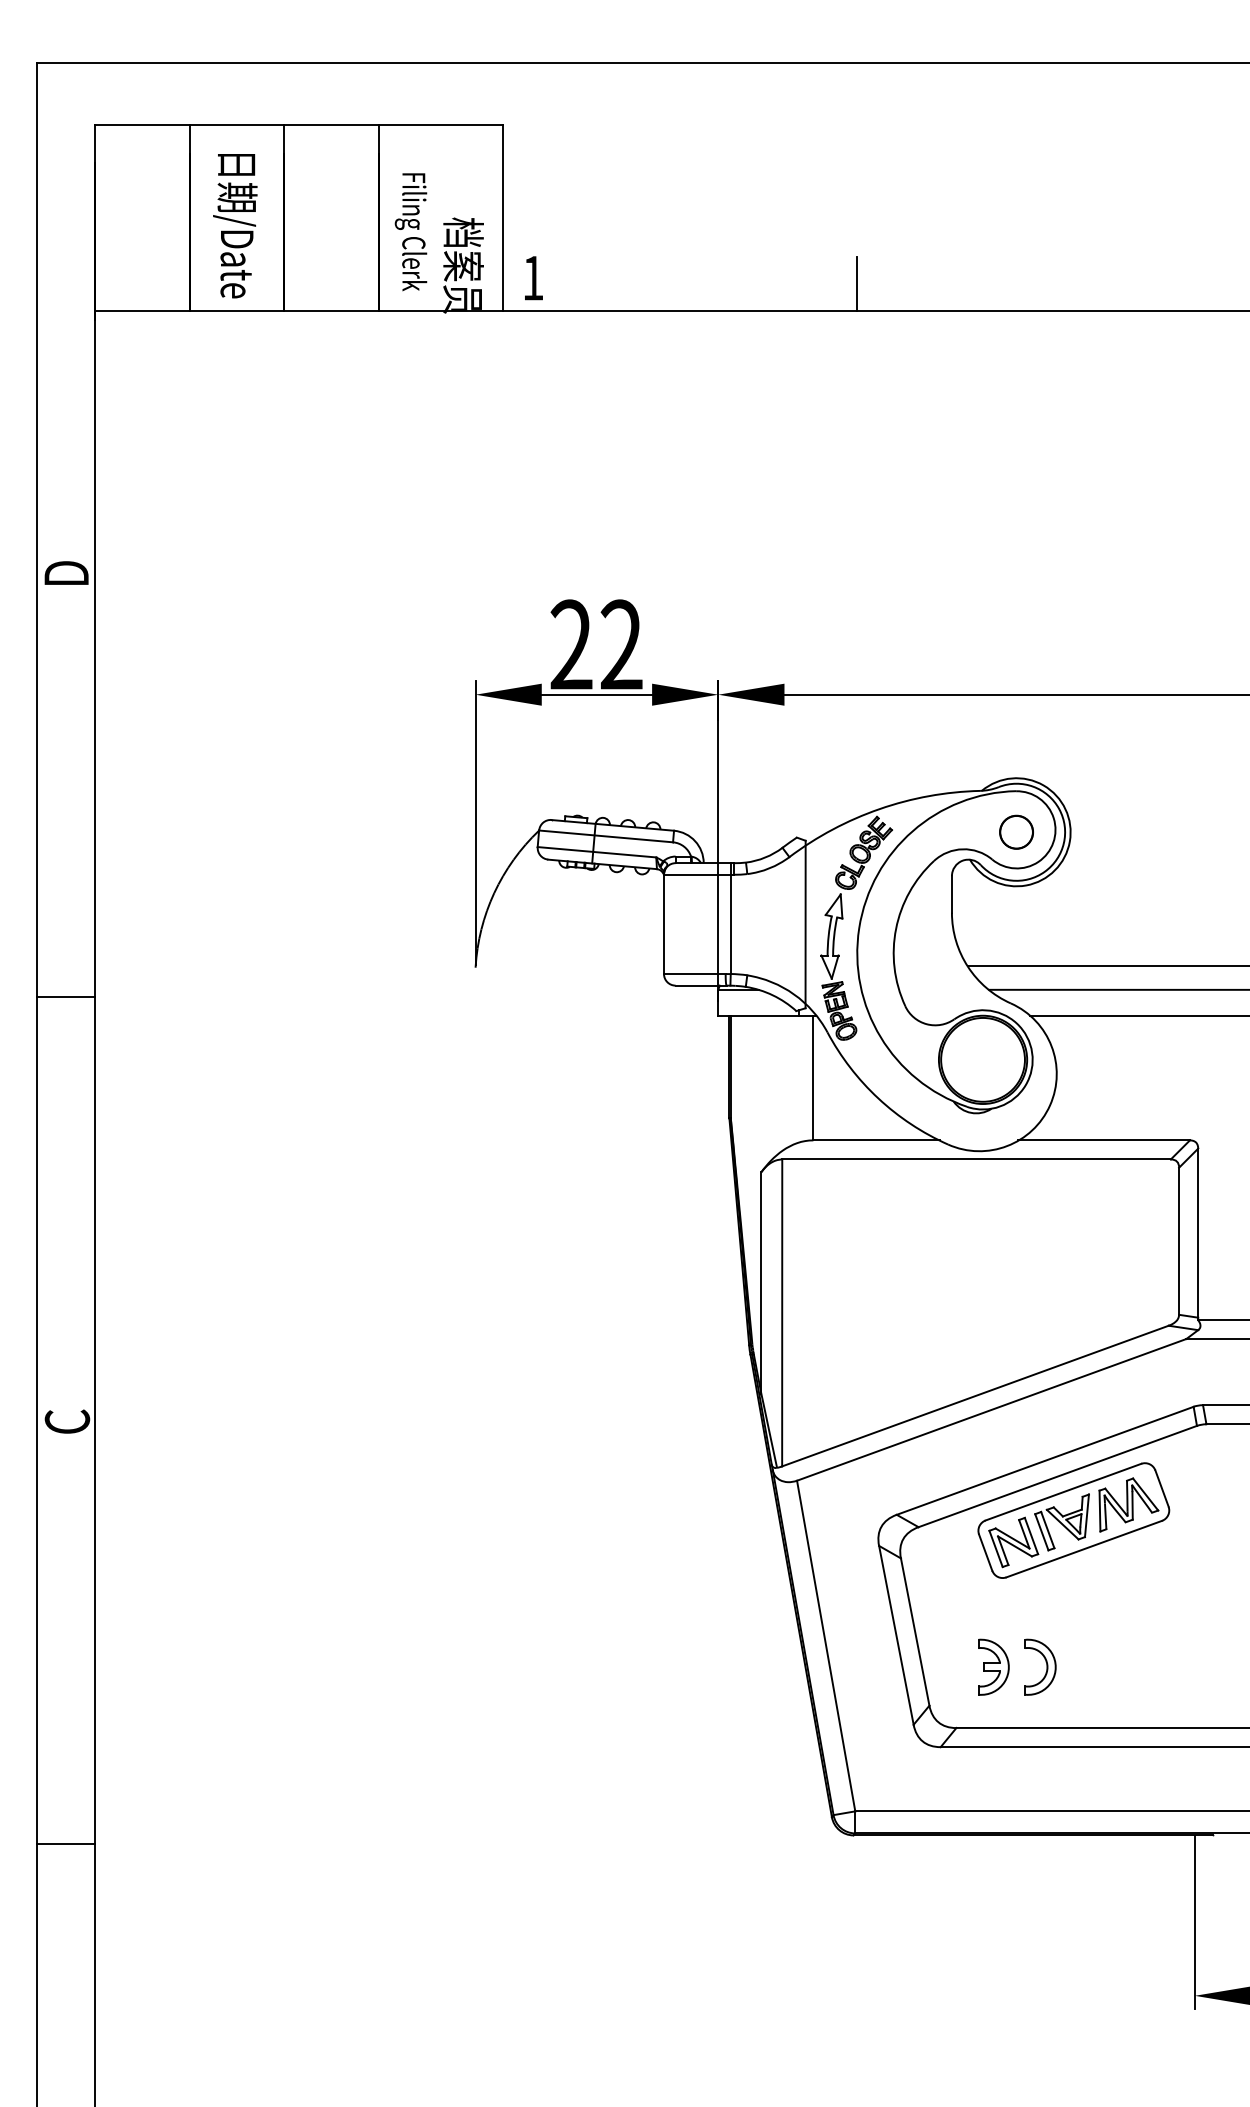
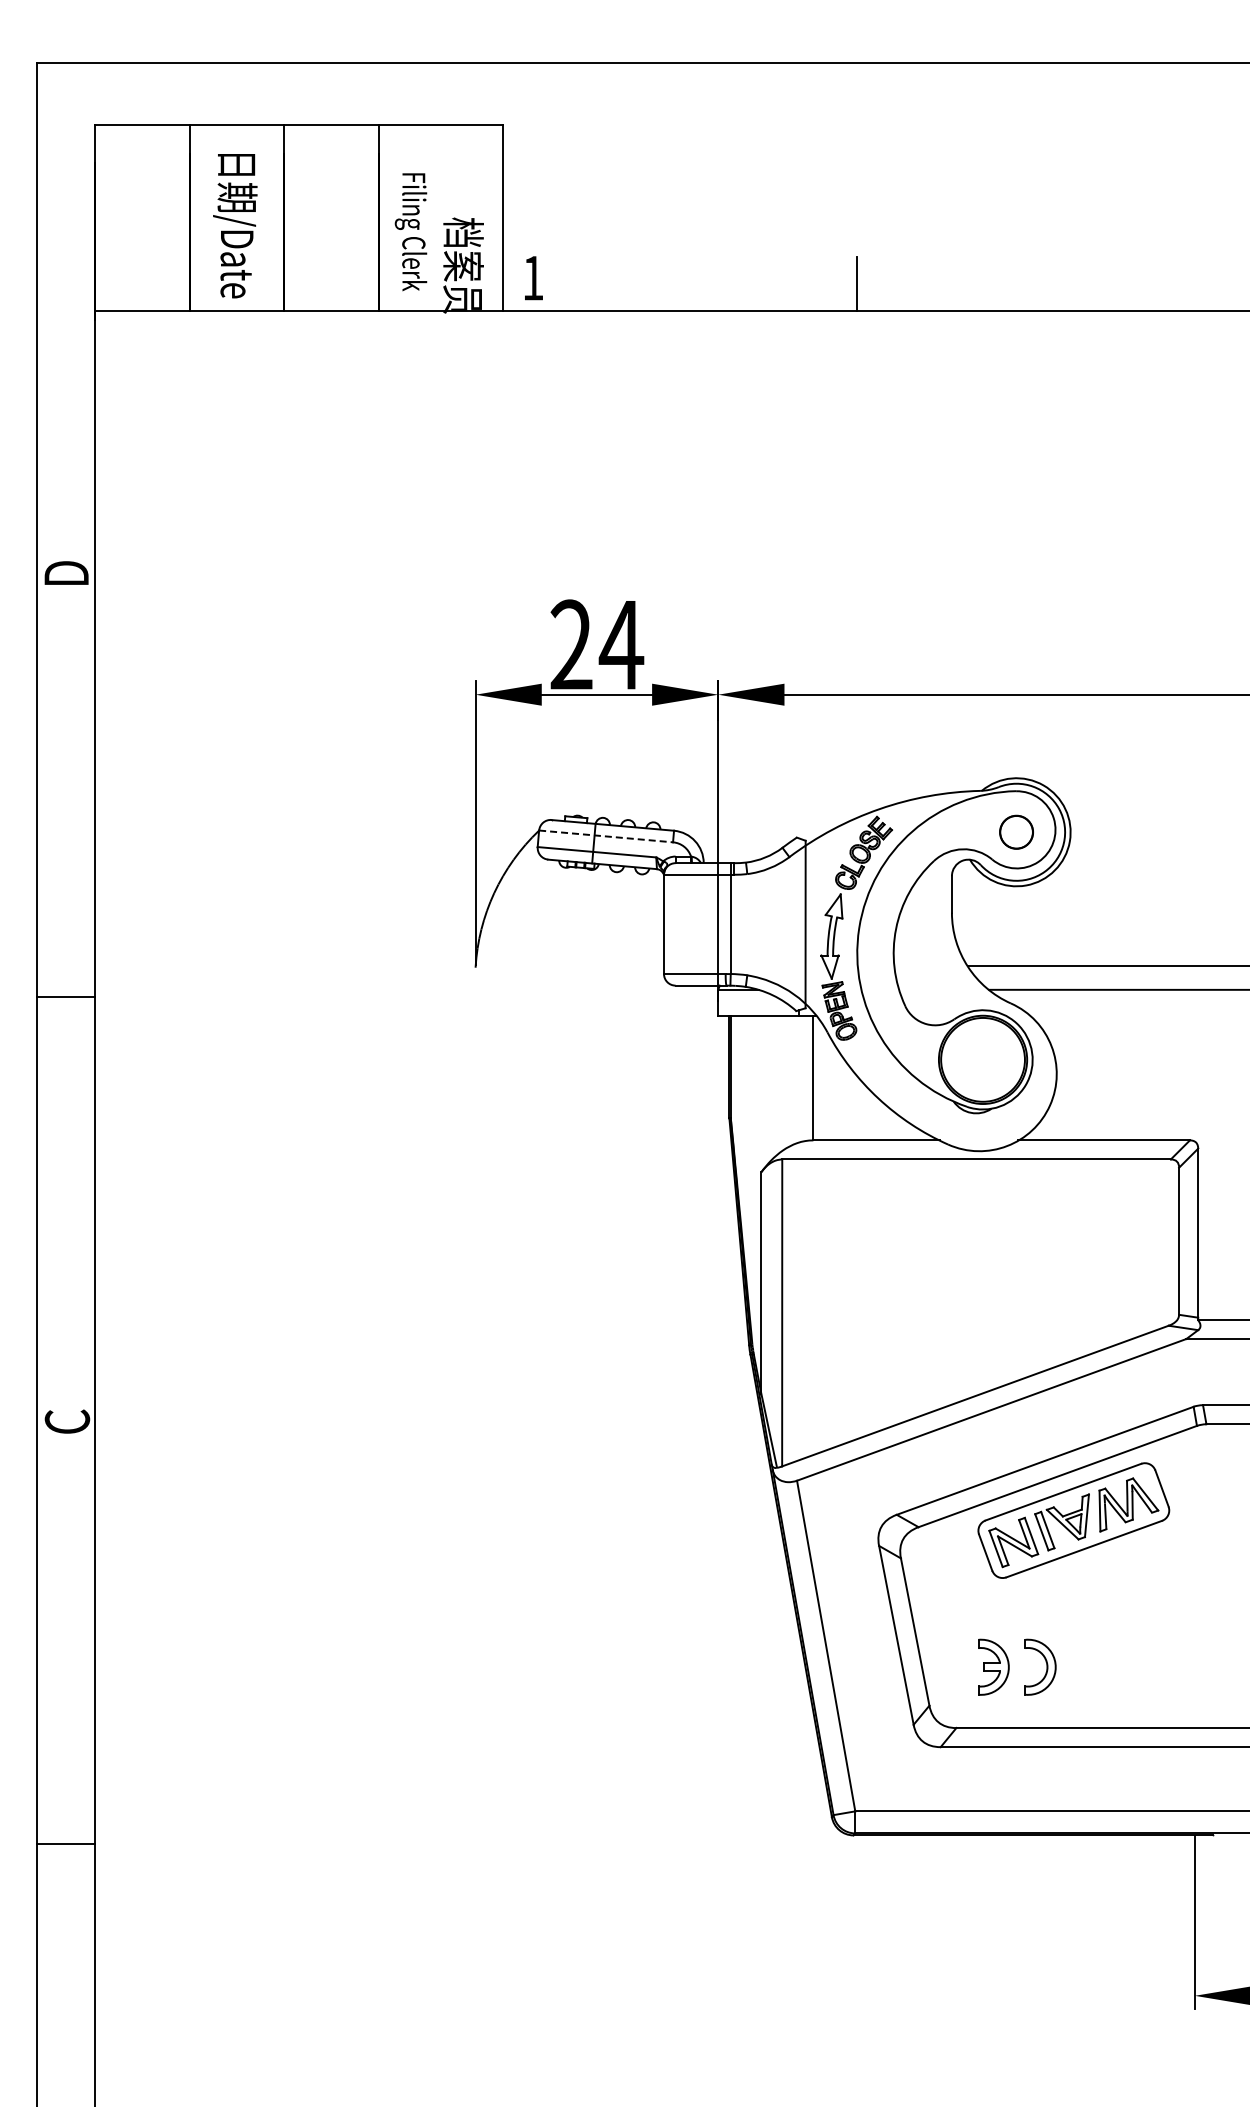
text at (621, 644): 22 -> 24
line at (606, 836): solid -> dashed
line at (1137, 1015): present -> none
